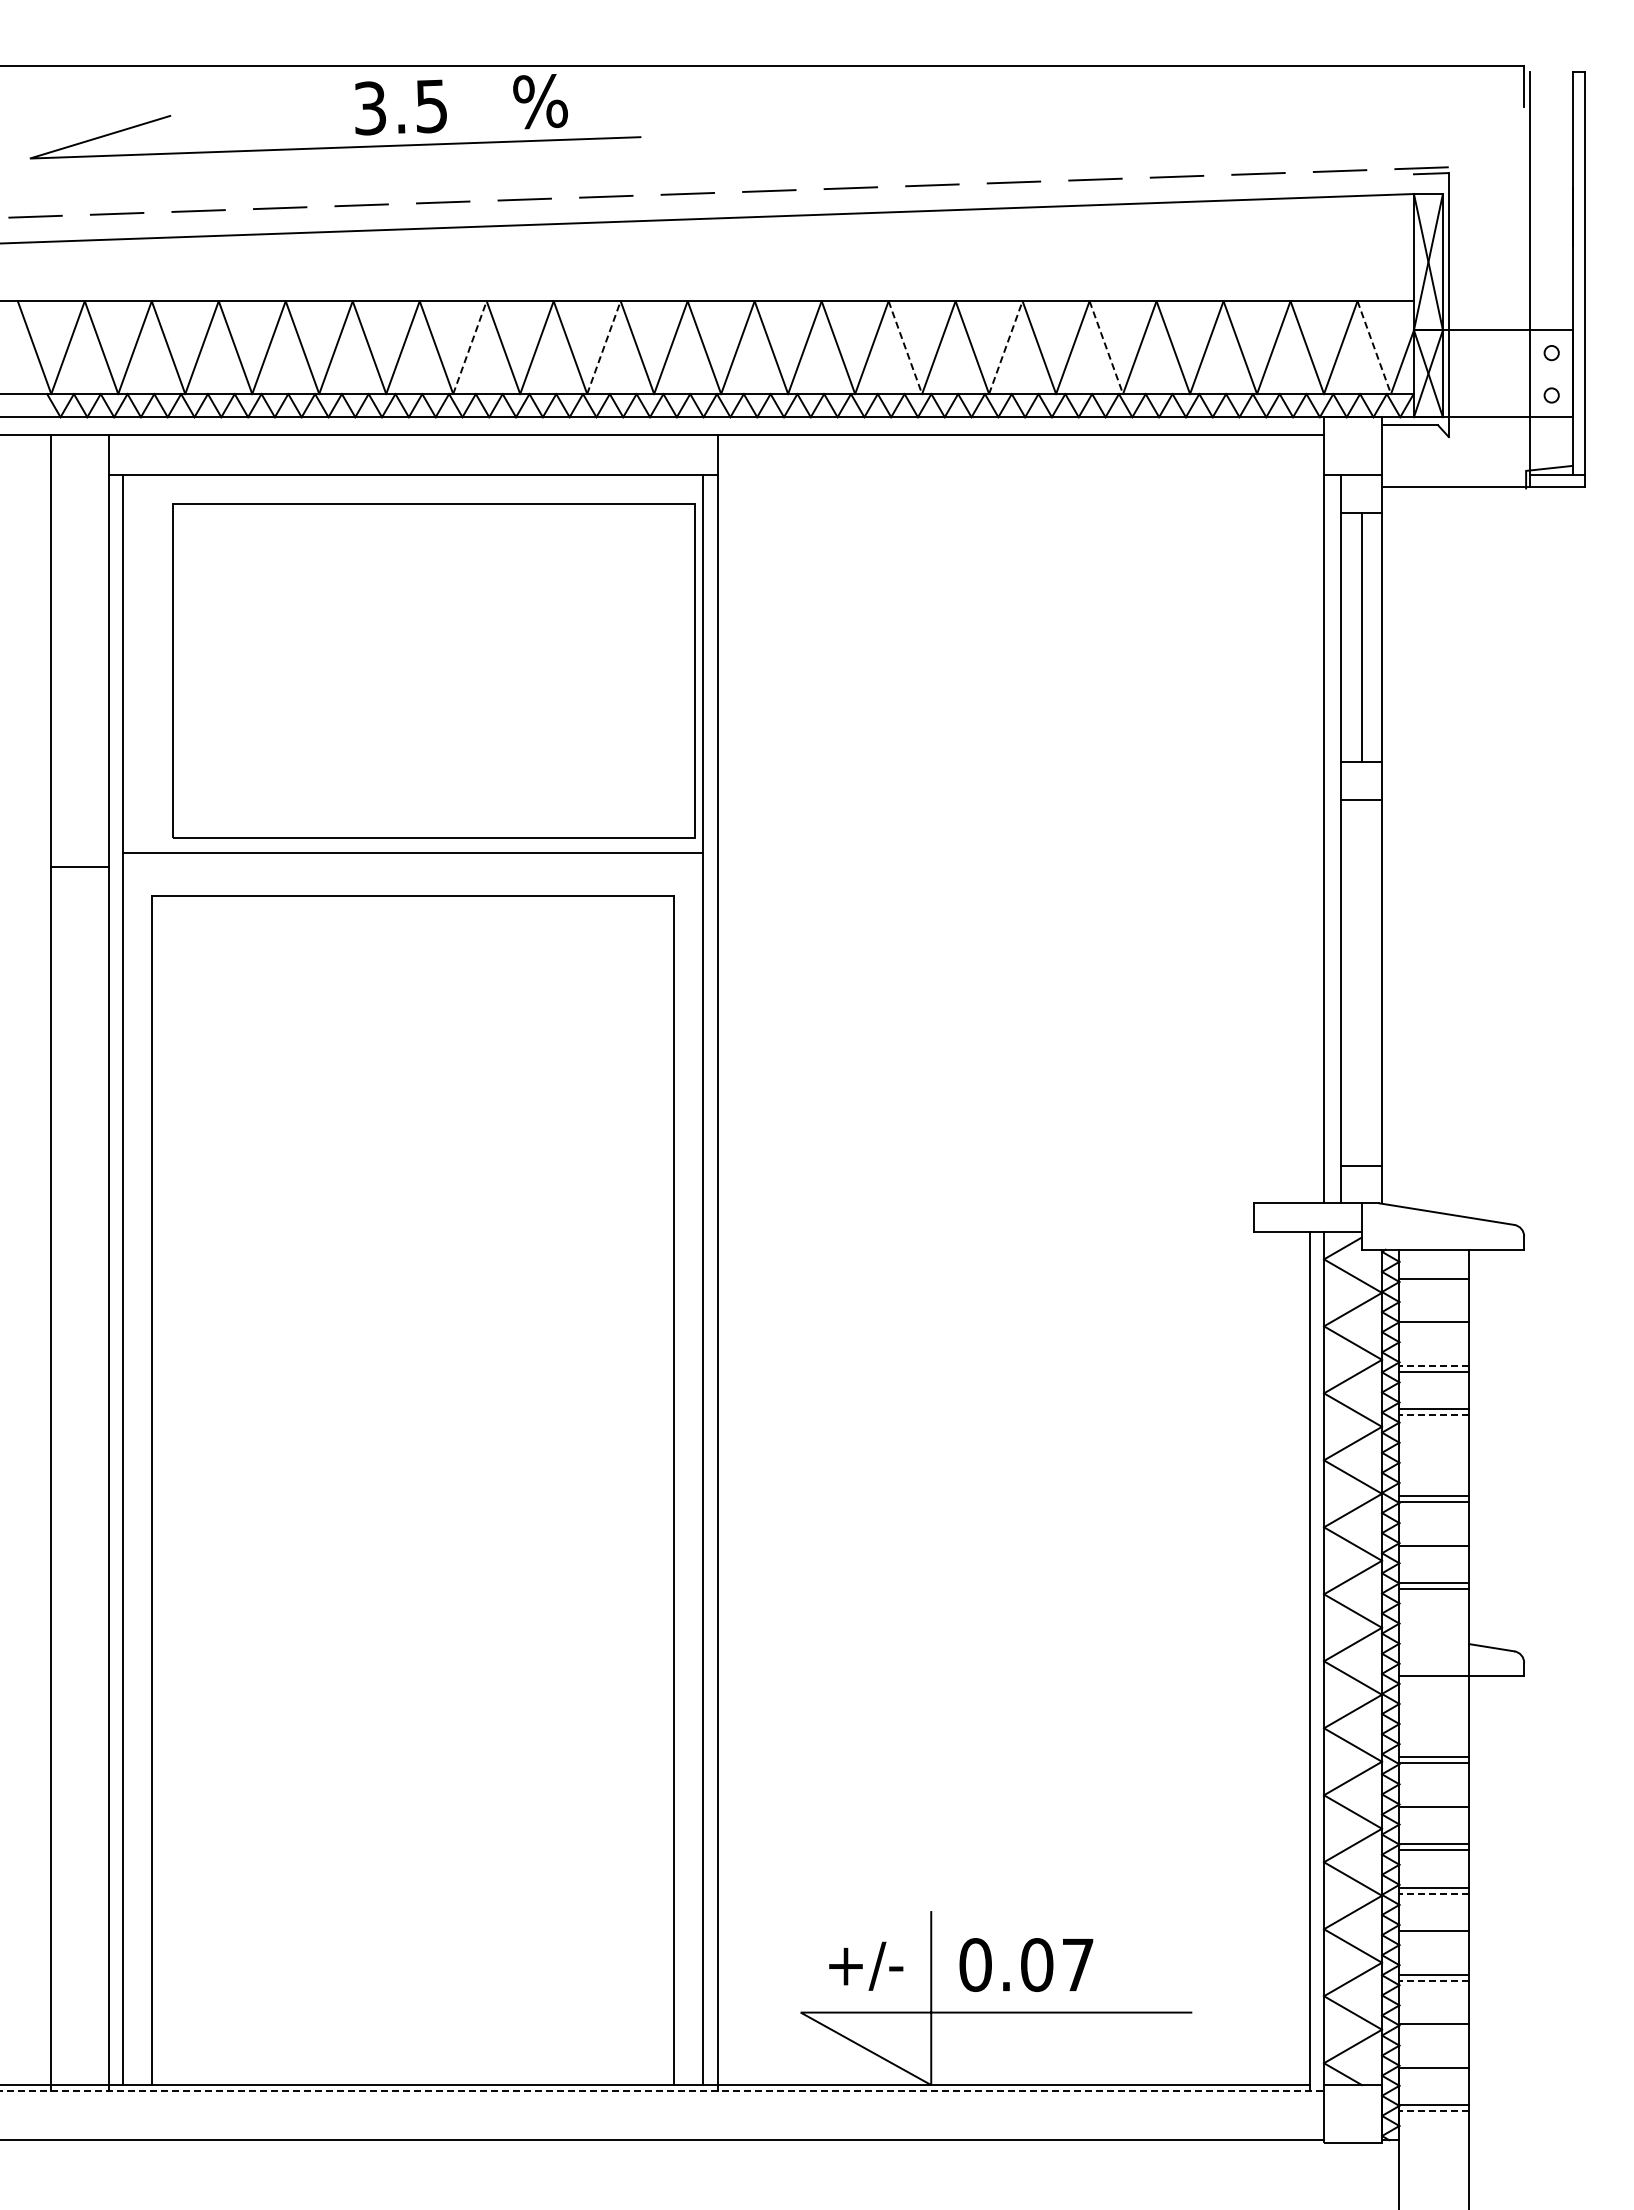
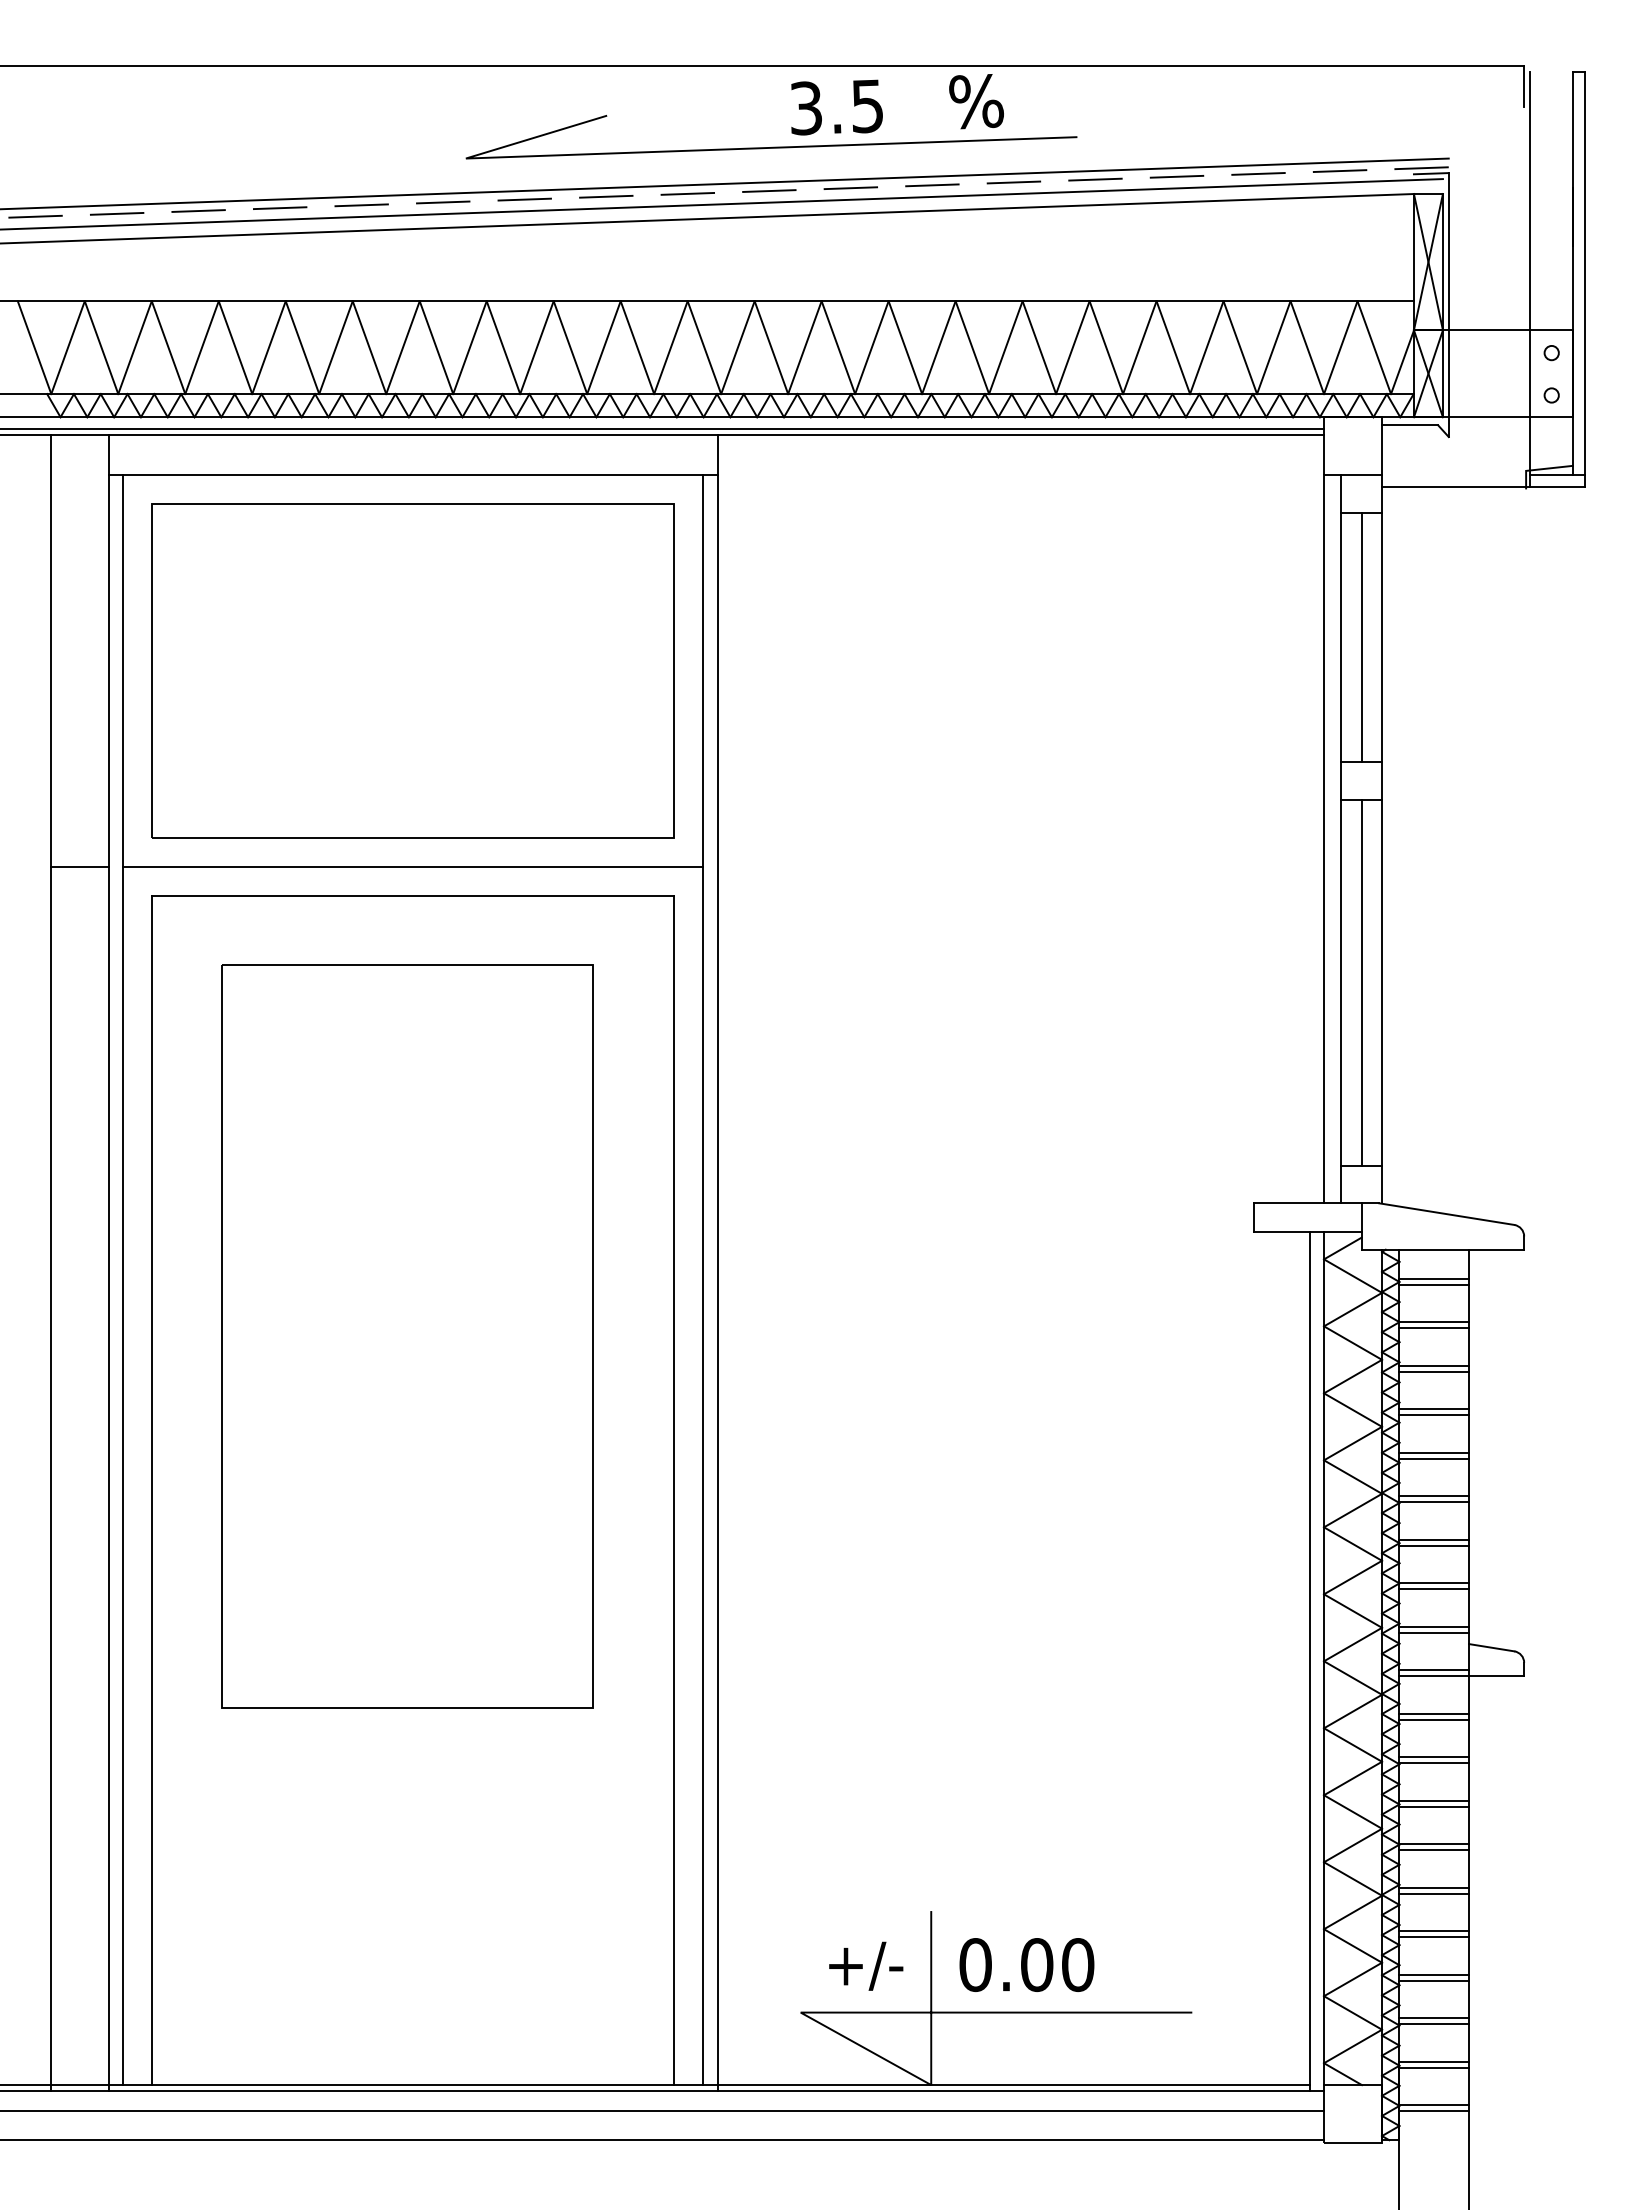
part at (336, 146) position: (336, 146) -> (772, 146)
line at (725, 183): none -> present
line at (722, 204): none -> present
line at (470, 347): dashed -> solid
line at (604, 347): dashed -> solid
line at (1006, 347): dashed -> solid
line at (905, 348): dashed -> solid
line at (1106, 348): dashed -> solid
line at (1374, 348): dashed -> solid
line at (663, 428): none -> present
part at (433, 670) position: (433, 670) -> (412, 670)
line at (413, 852) position: (413, 852) -> (413, 866)
line at (1361, 982): none -> present
line at (1434, 1284): none -> present
line at (1434, 1328): none -> present
part at (407, 1336): none -> present
line at (1434, 1365): dashed -> solid
line at (1434, 1415): dashed -> solid
line at (1434, 1452): none -> present
line at (1434, 1458): none -> present
line at (1434, 1539): none -> present
line at (1434, 1626): none -> present
line at (1434, 1632): none -> present
line at (1434, 1670): none -> present
line at (1434, 1713): none -> present
line at (1434, 1719): none -> present
line at (1434, 1800): none -> present
line at (1434, 1893): dashed -> solid
line at (1434, 1937): none -> present
text at (1078, 1965): 0.07 -> 0.00
line at (1434, 1980): dashed -> solid
line at (1434, 2018): none -> present
line at (1434, 2061): none -> present
line at (662, 2090): dashed -> solid
line at (663, 2111): none -> present
line at (1434, 2111): dashed -> solid
